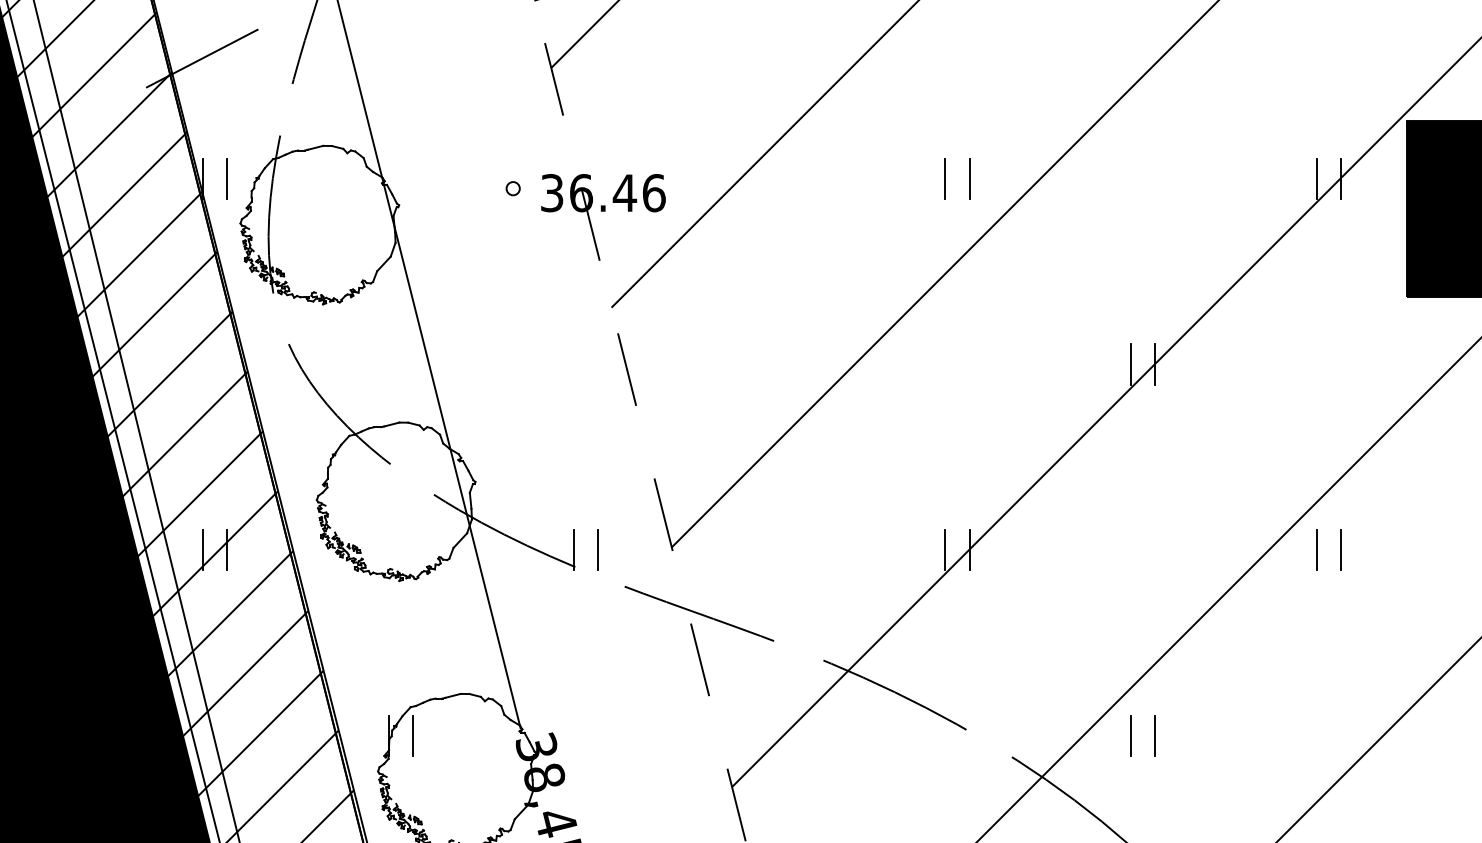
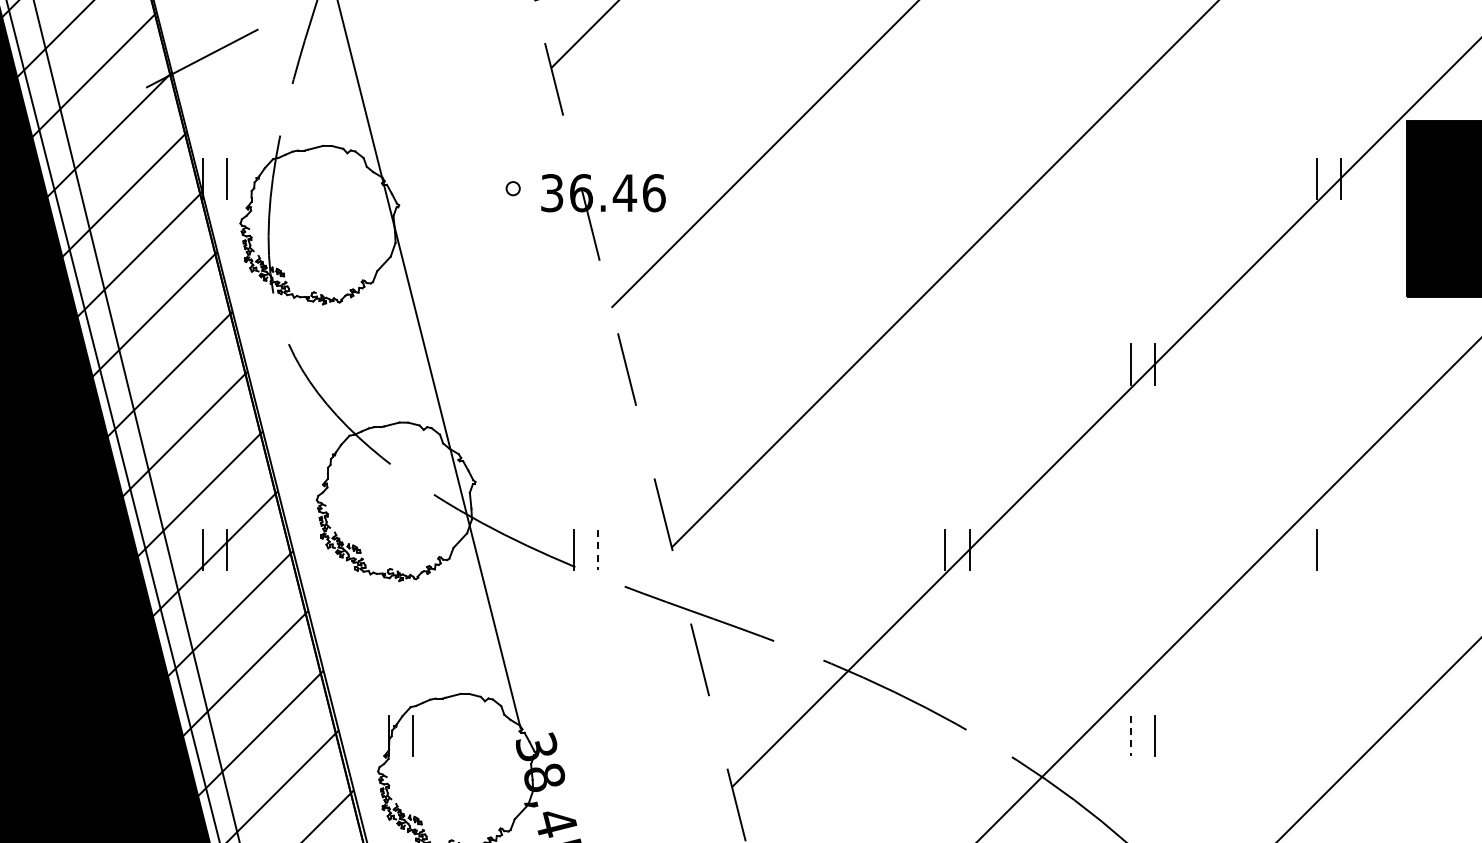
line at (945, 178): present -> none
line at (969, 178): present -> none
line at (598, 550): solid -> dashed
line at (1340, 550): present -> none
line at (1130, 736): solid -> dashed
